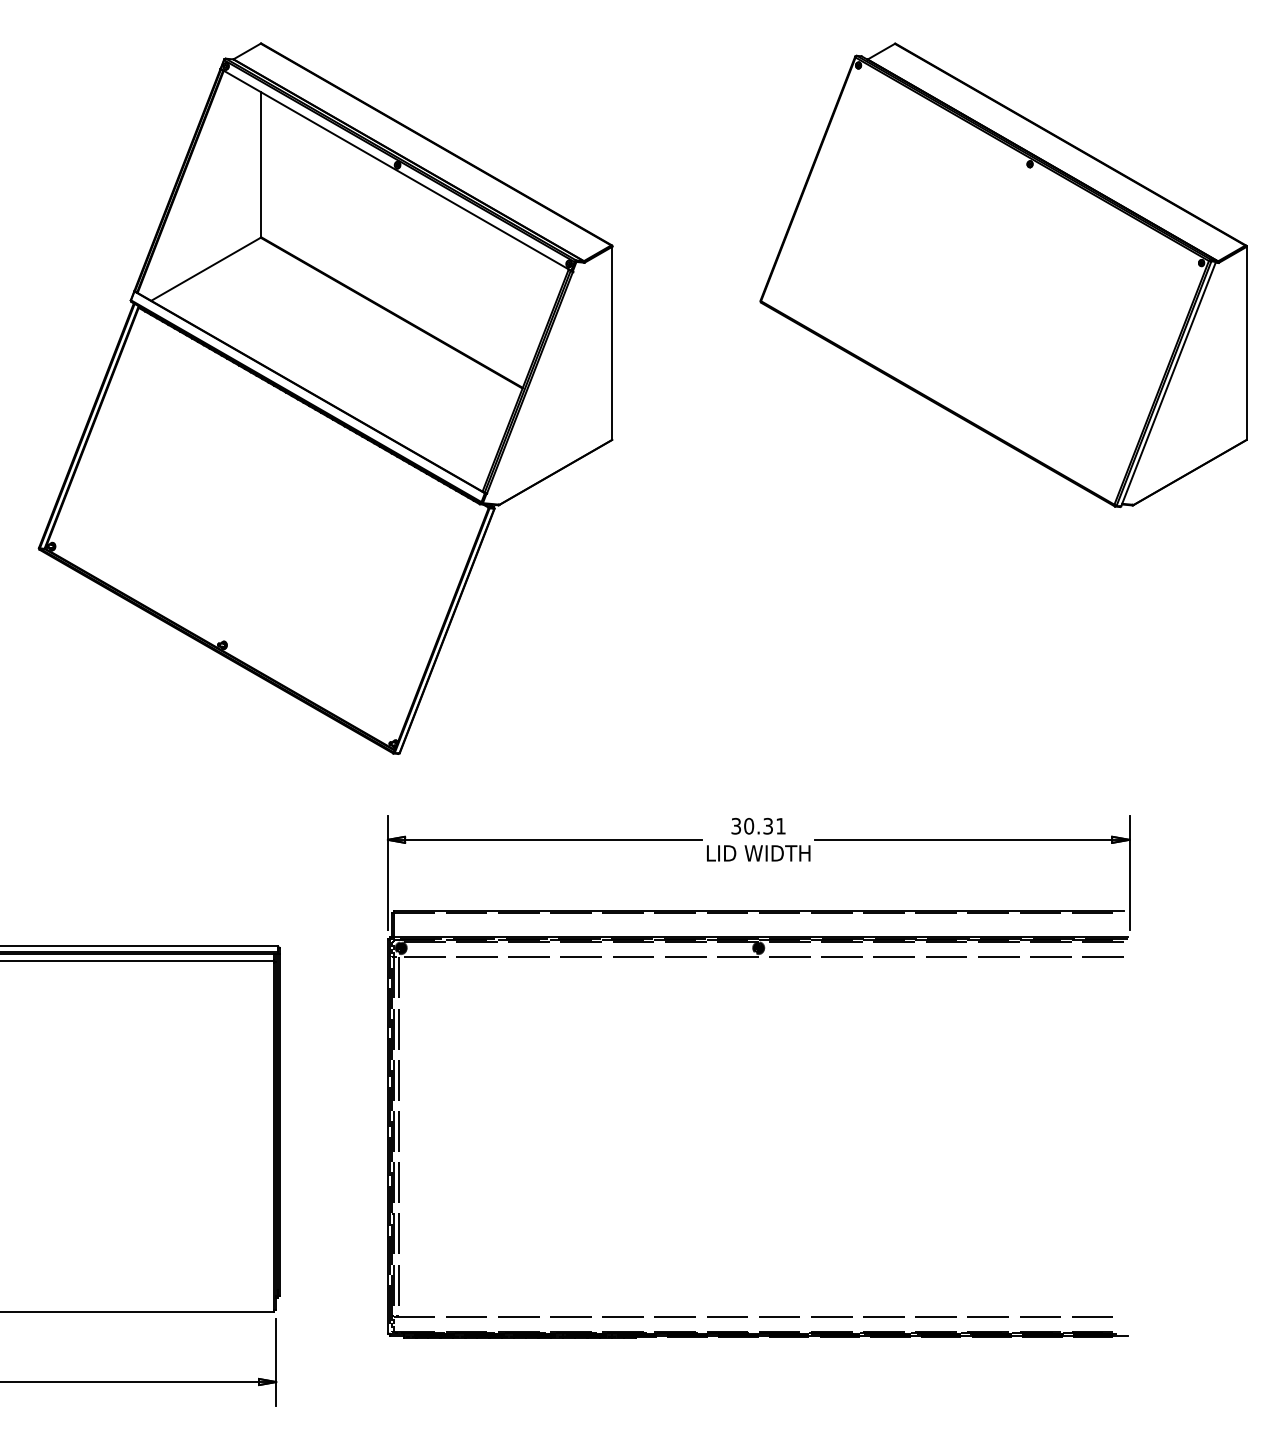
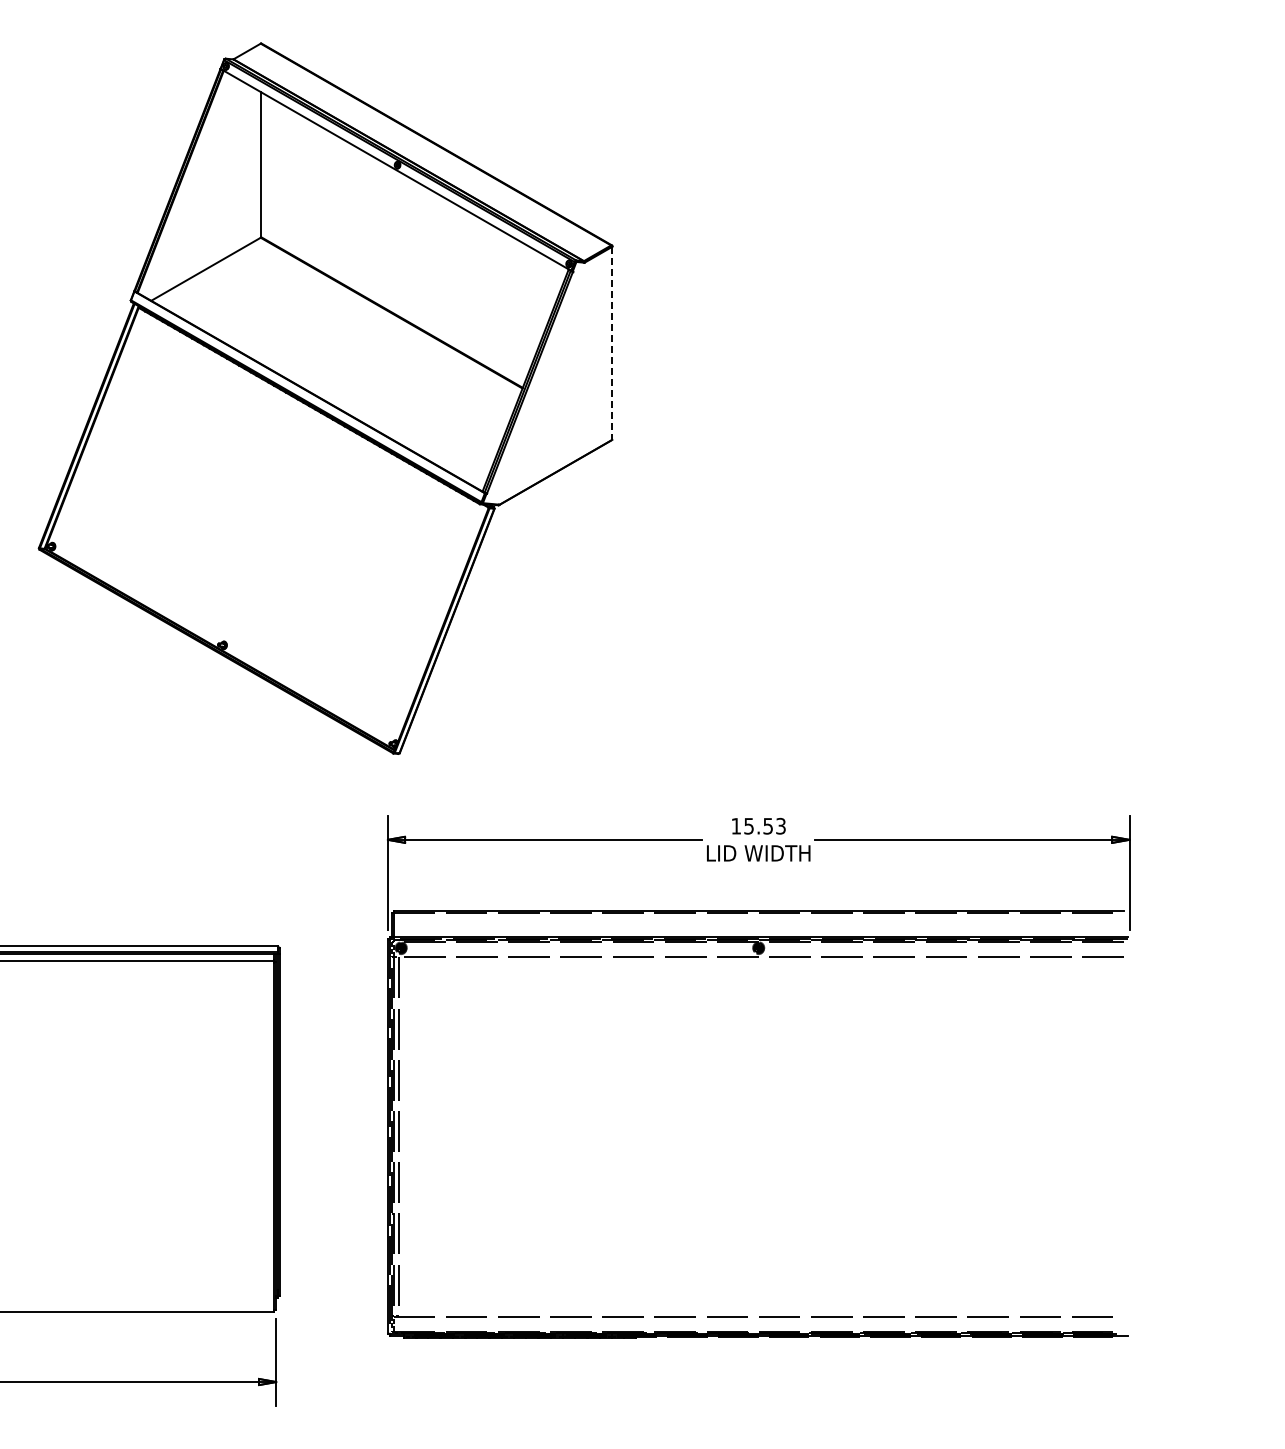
part at (1003, 274): present -> none
line at (612, 343): solid -> dashed
text at (758, 825): 30.31 -> 15.53
